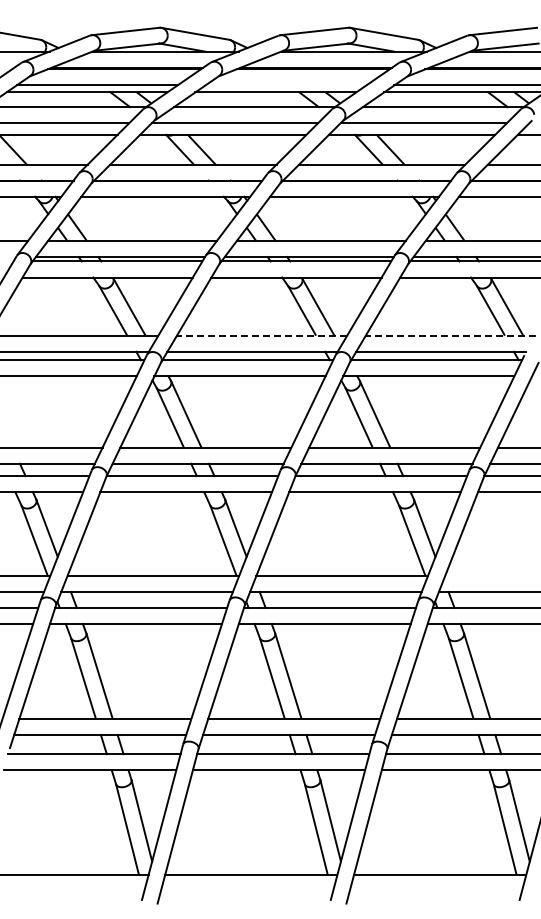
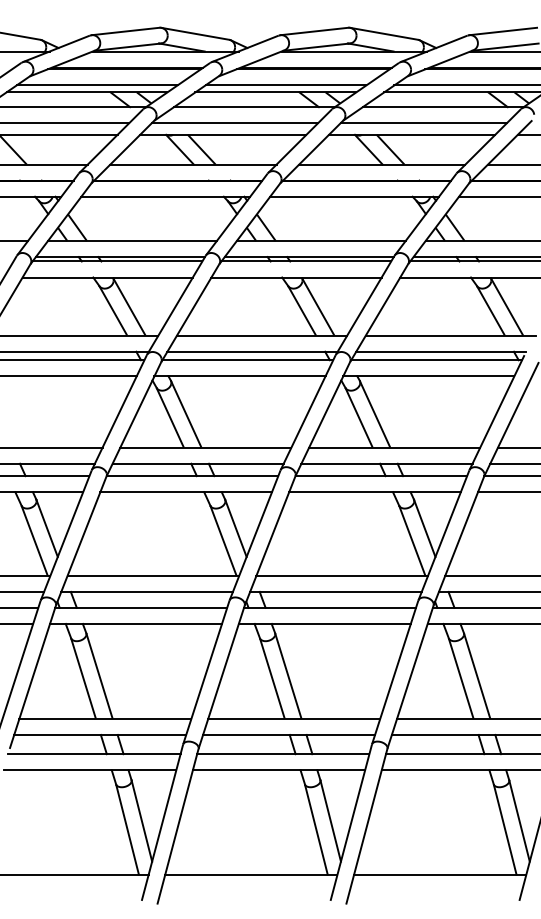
line at (285, 85): none -> present
line at (261, 335): dashed -> solid
line at (450, 335): dashed -> solid
line at (491, 575): none -> present
